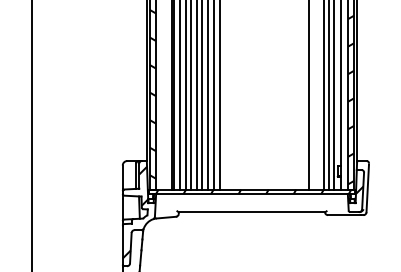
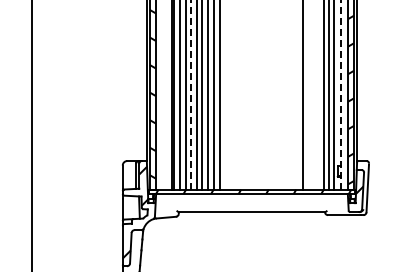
line at (190, 94): solid -> dashed
line at (340, 94): solid -> dashed
line at (308, 95) position: (308, 95) -> (302, 95)
